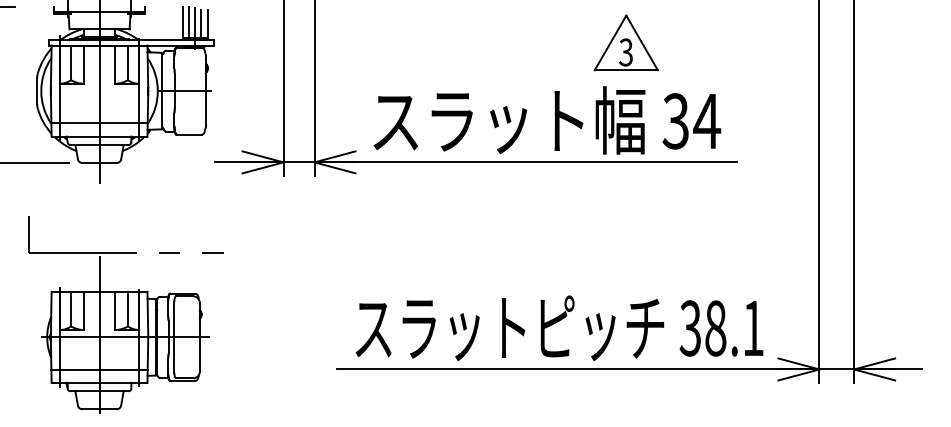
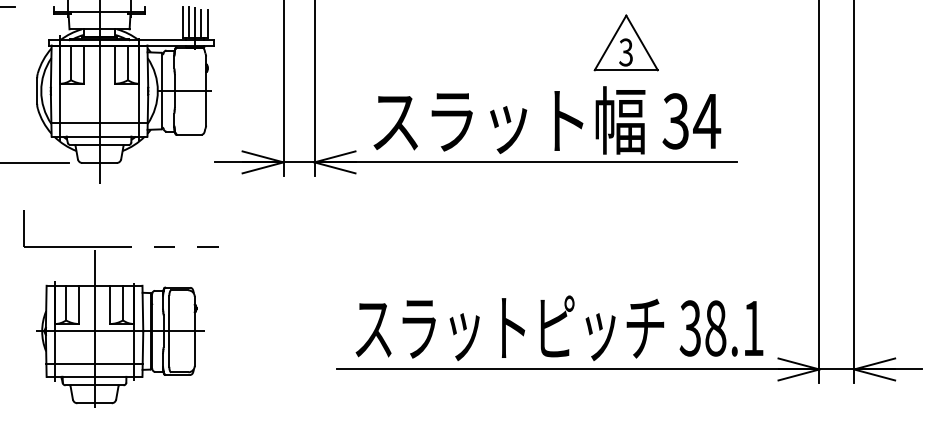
part at (125, 314) position: (125, 314) -> (120, 308)
